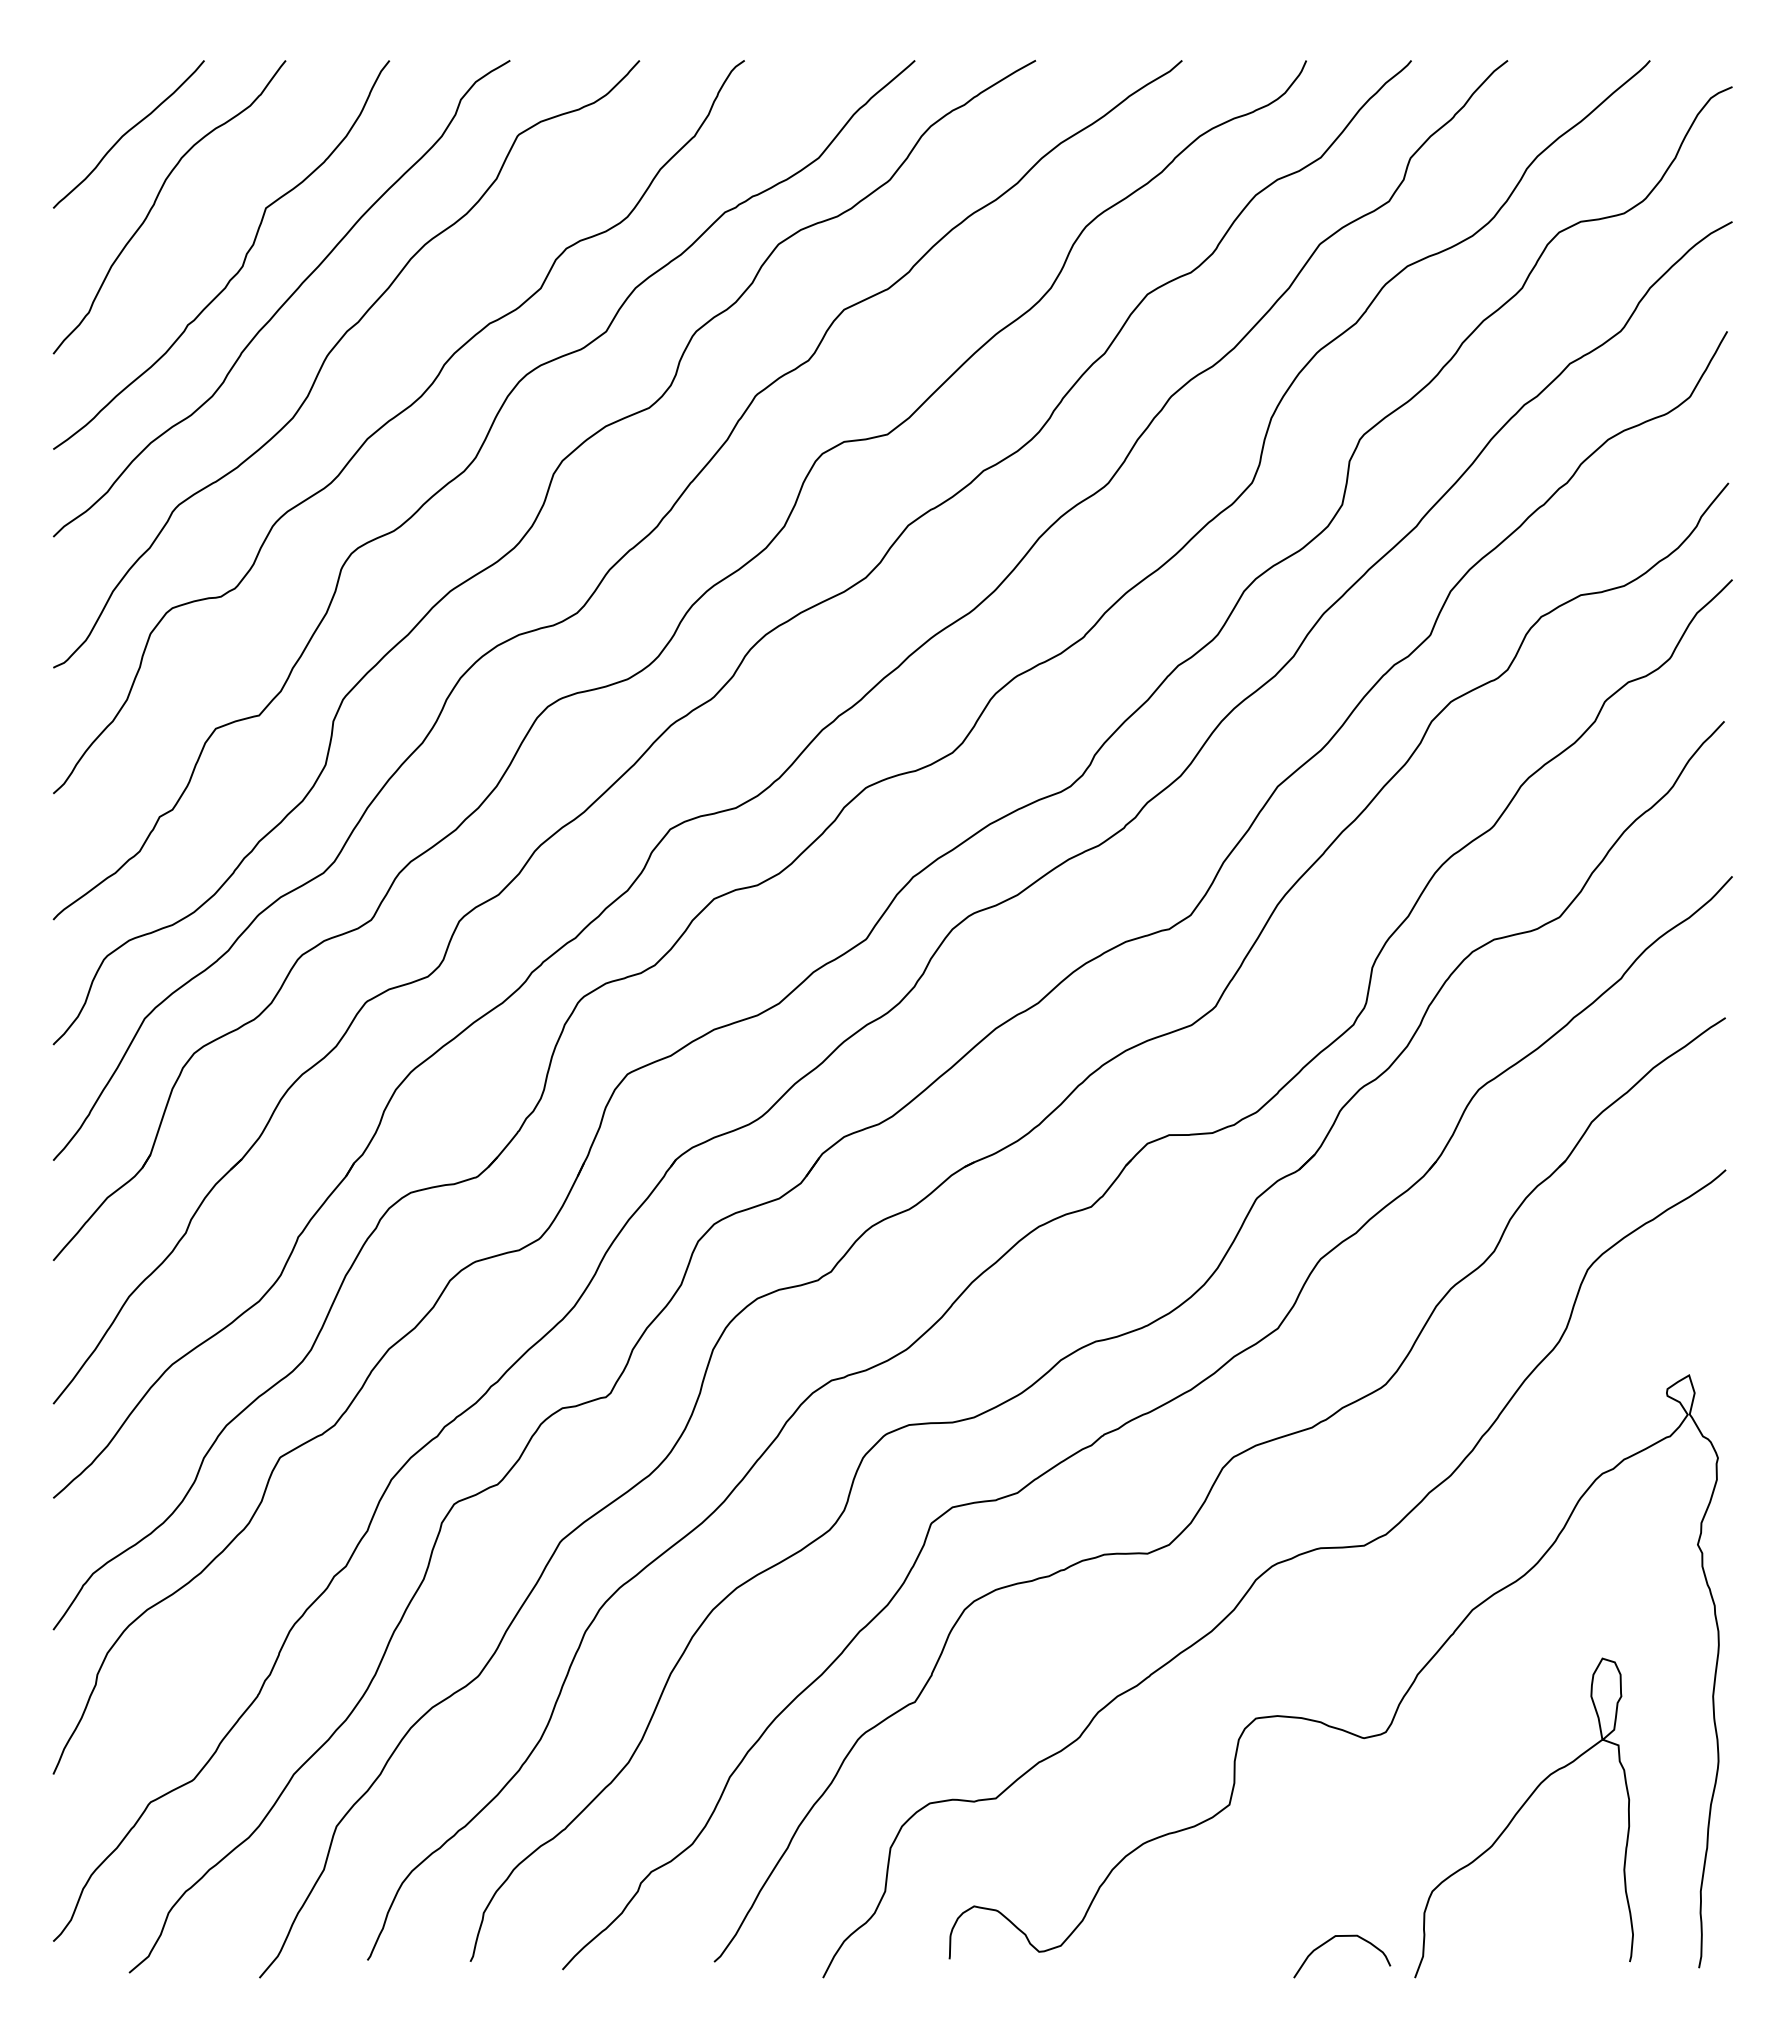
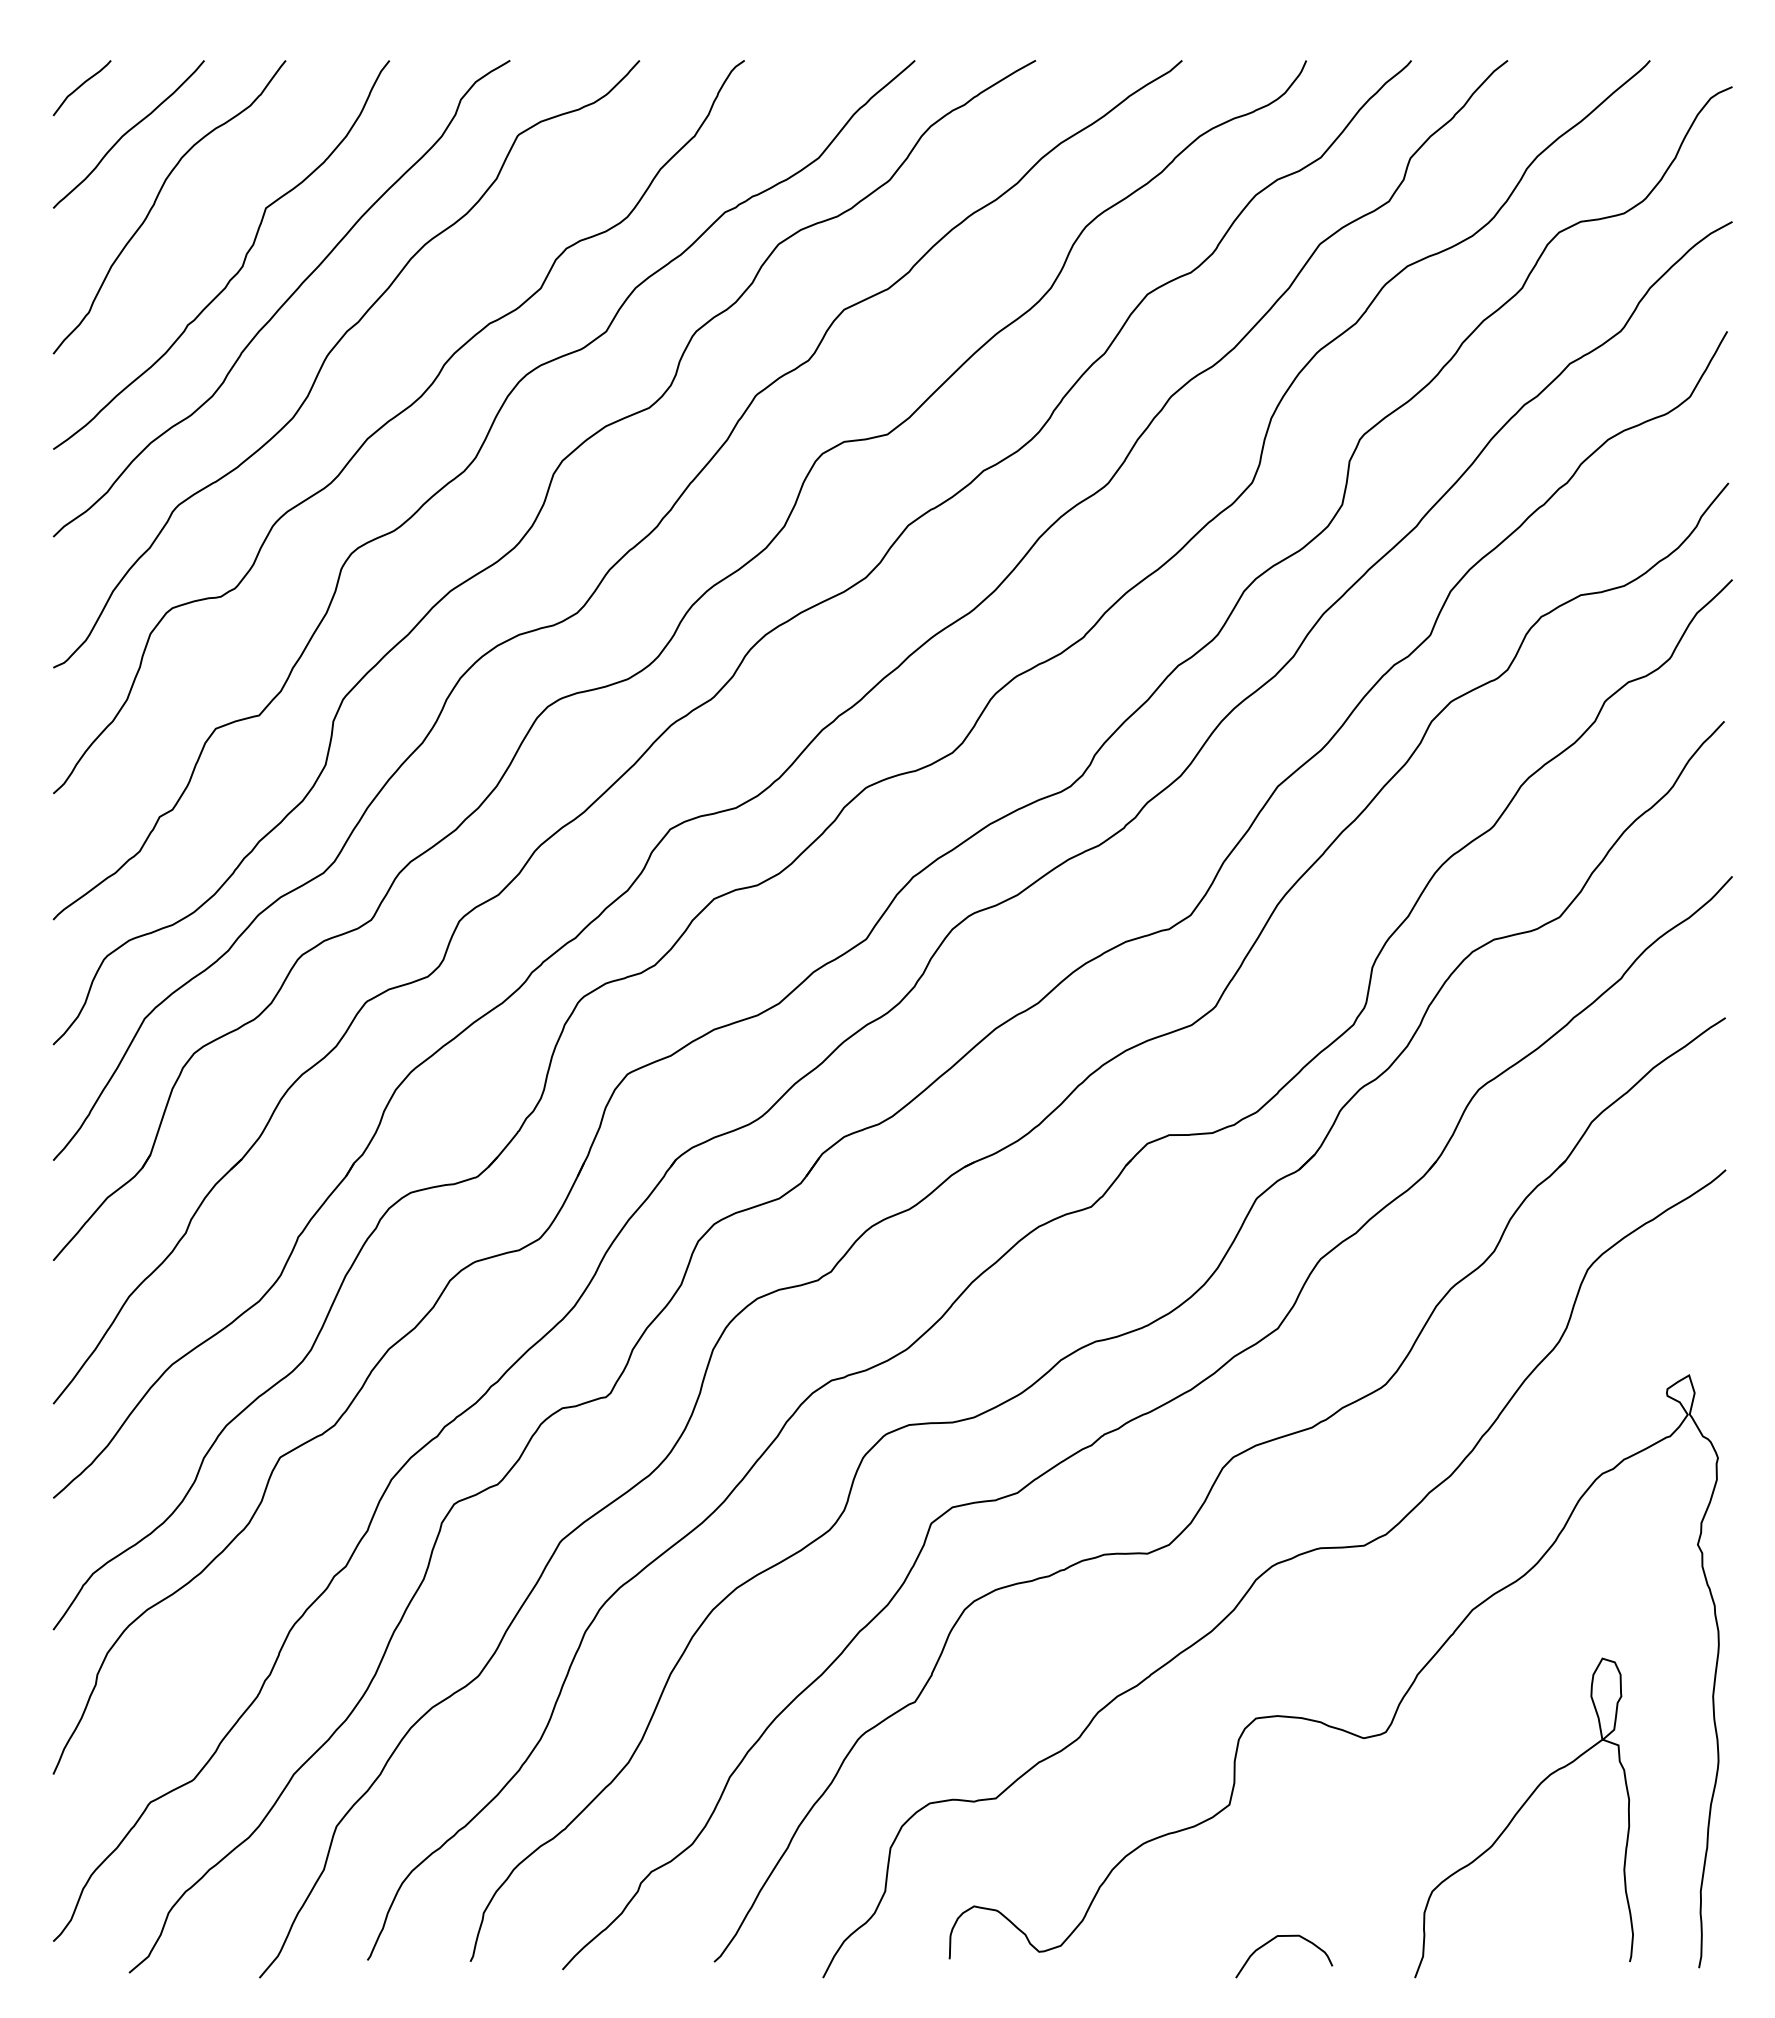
curve at (80, 87): none -> present
curve at (1332, 1939) position: (1332, 1939) -> (1274, 1939)
